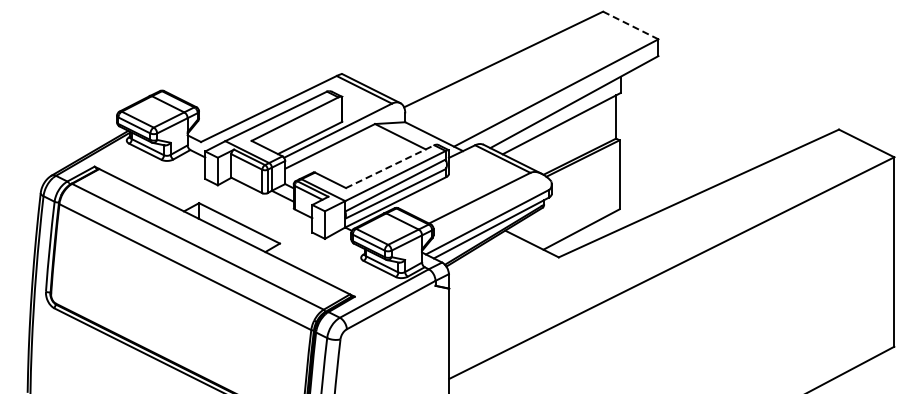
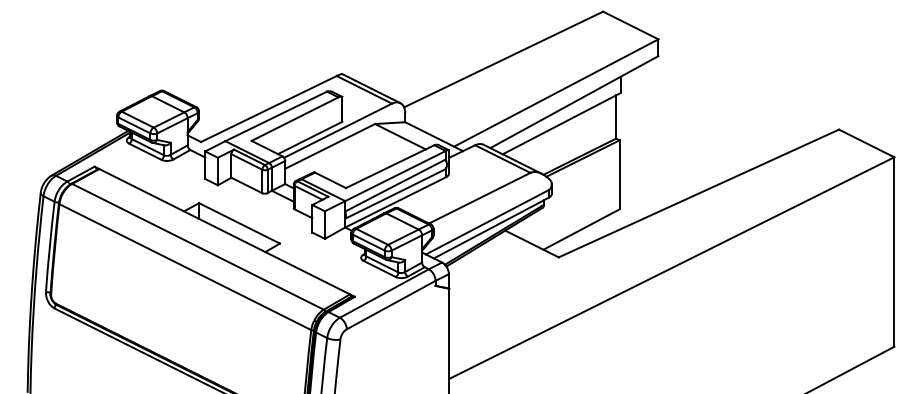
line at (630, 25): dashed -> solid
line at (390, 166): dashed -> solid
